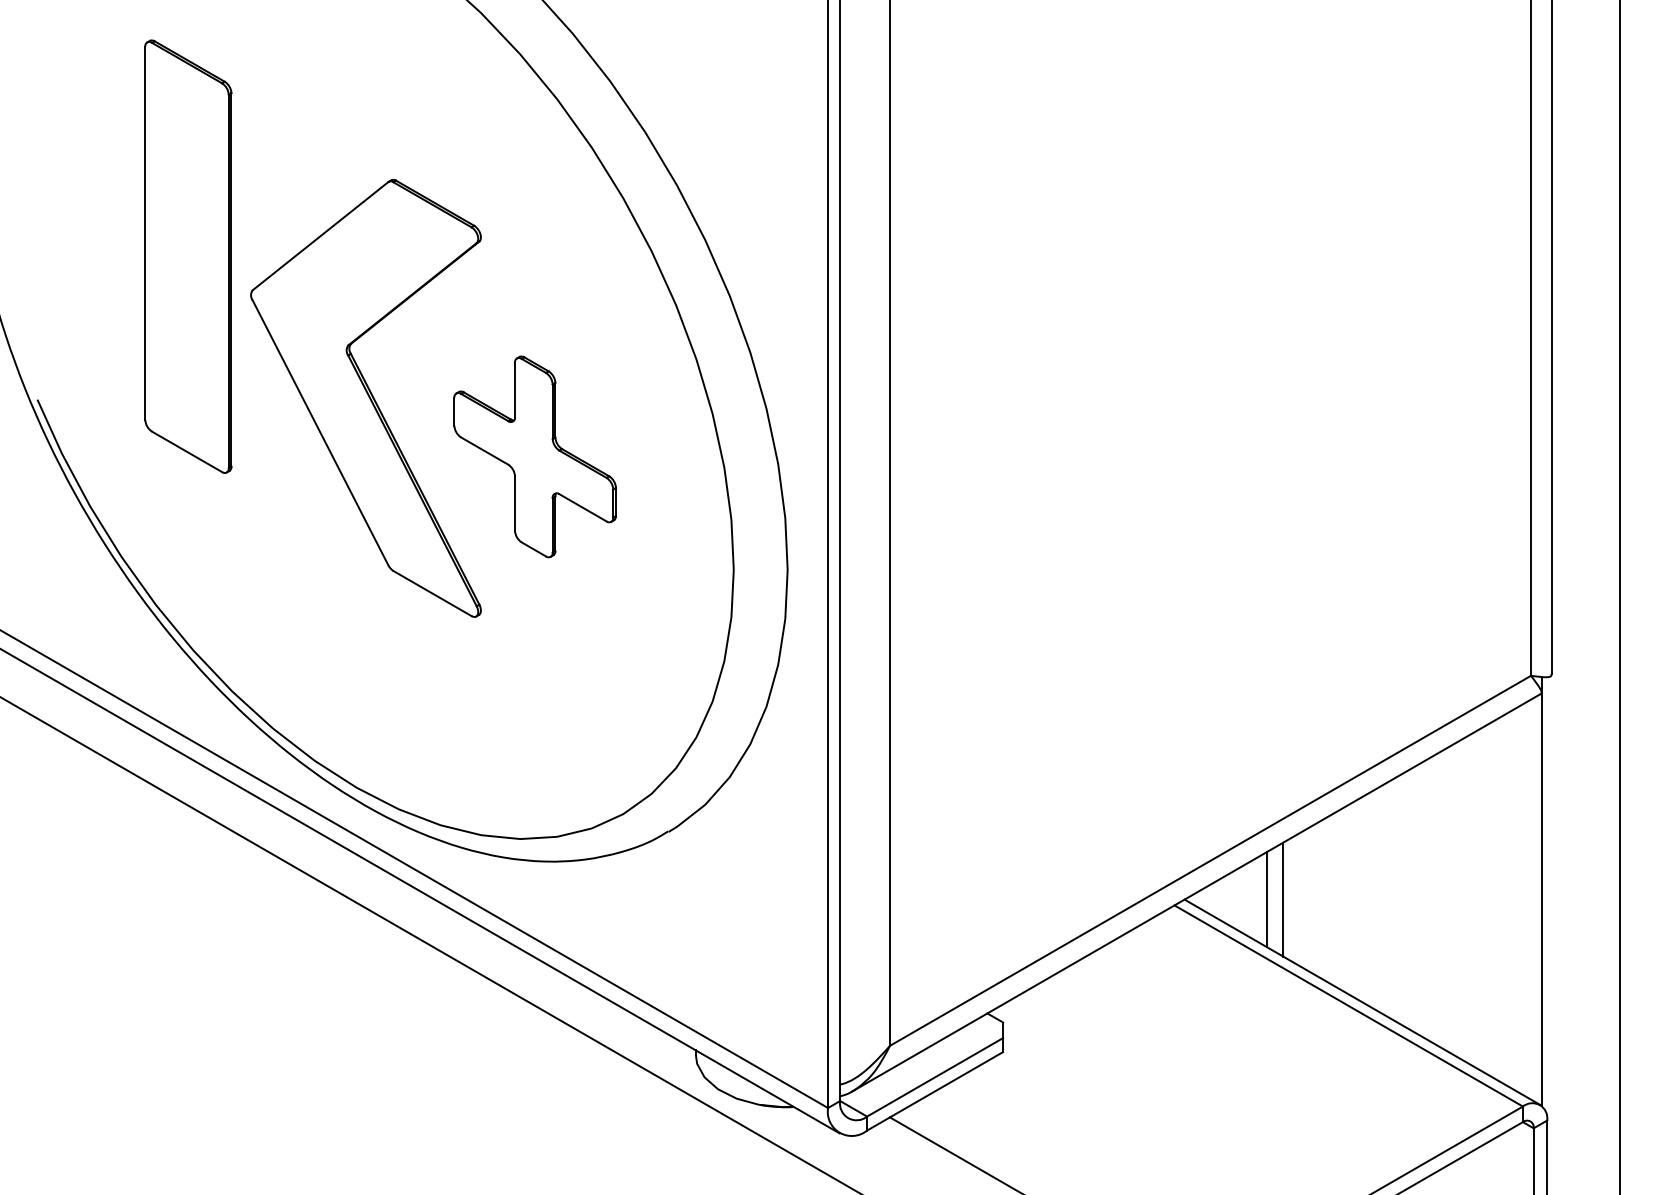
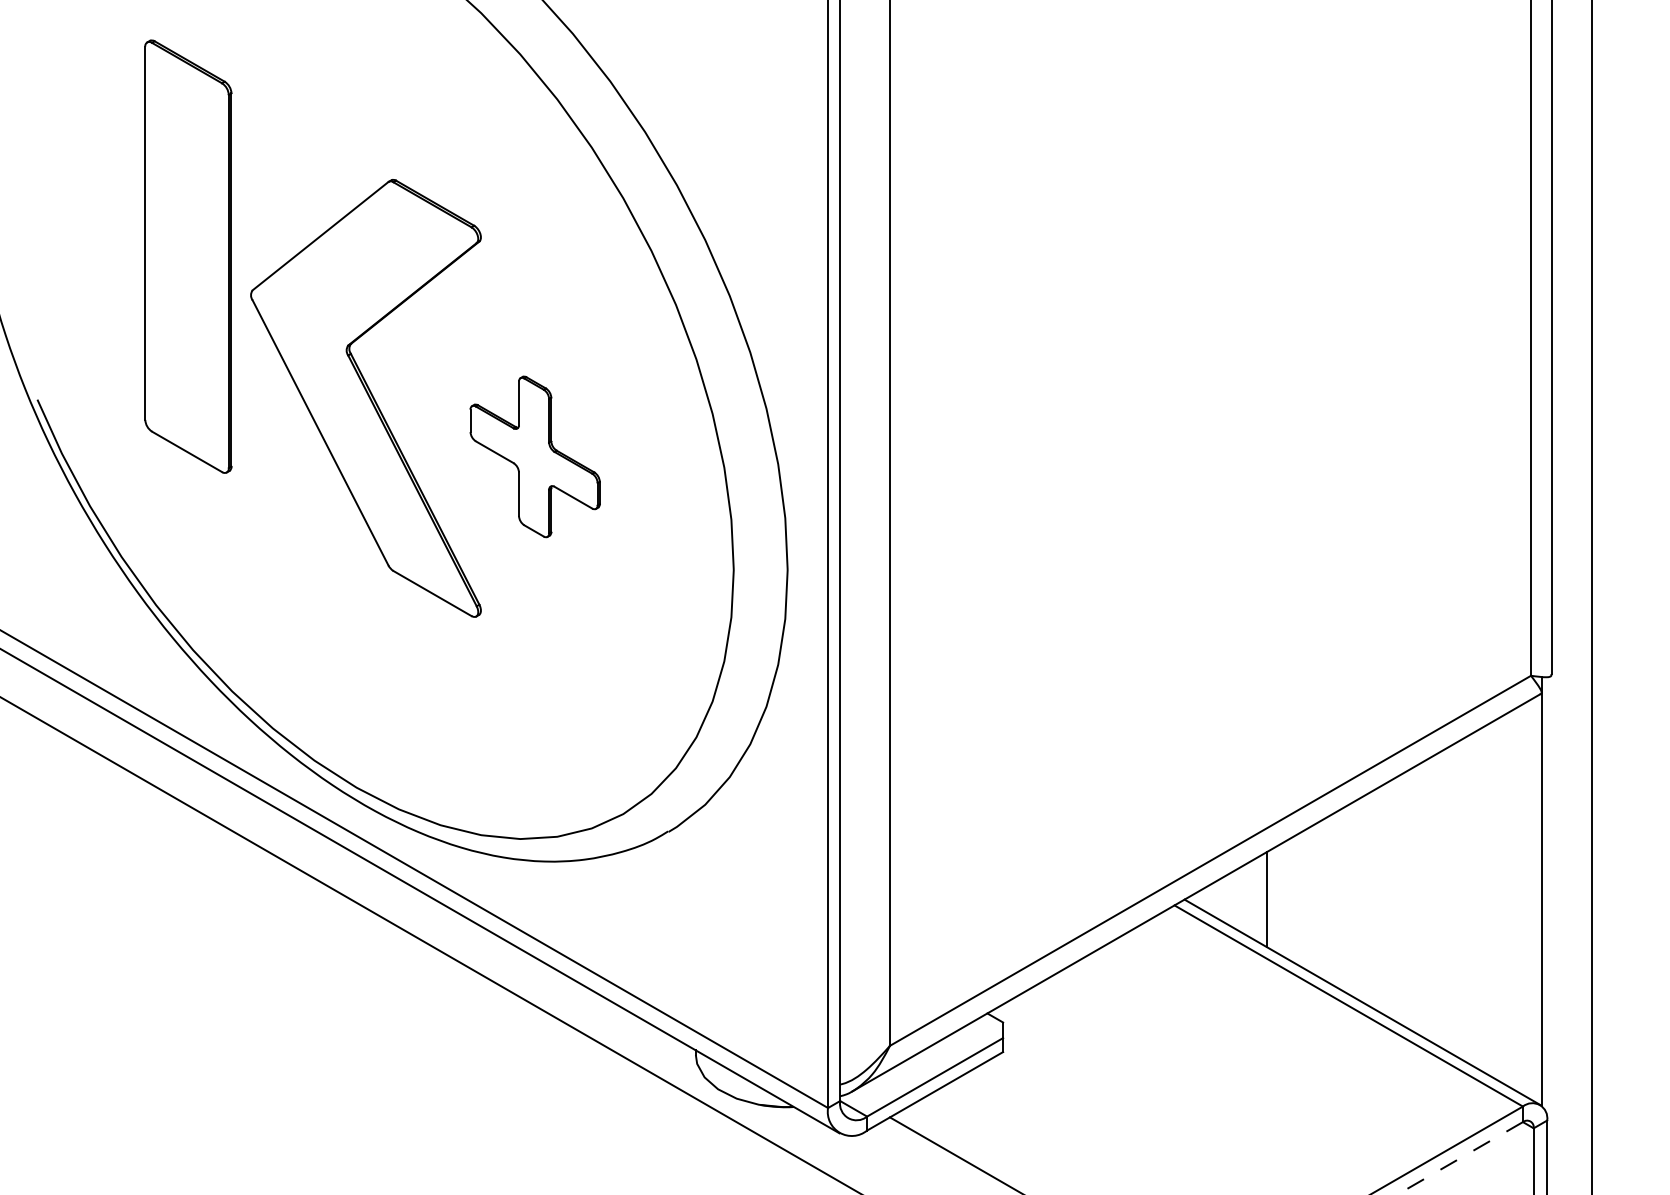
part at (534, 456) size: 164x204 px -> 132x164 px
line at (1619, 596) position: (1619, 596) -> (1591, 596)
line at (1283, 899): present -> none
line at (1459, 1158): solid -> dashed
